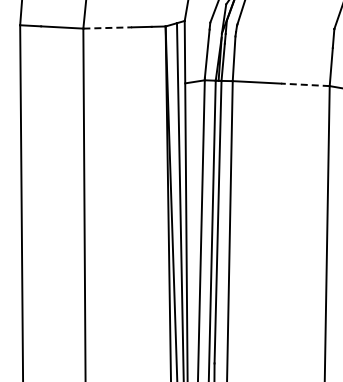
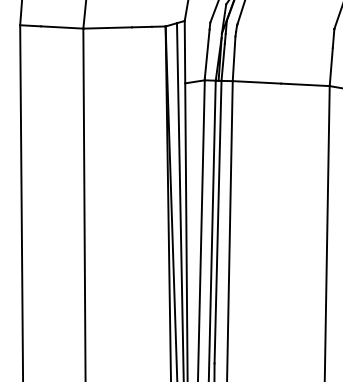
line at (108, 27): dashed -> solid
line at (304, 84): dashed -> solid
